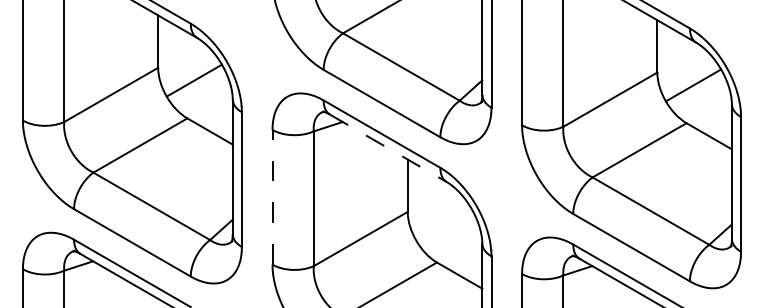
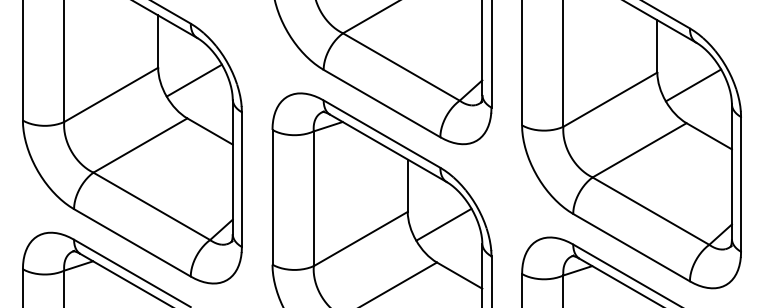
line at (388, 148): dashed -> solid
line at (272, 196): dashed -> solid
line at (443, 224): none -> present
